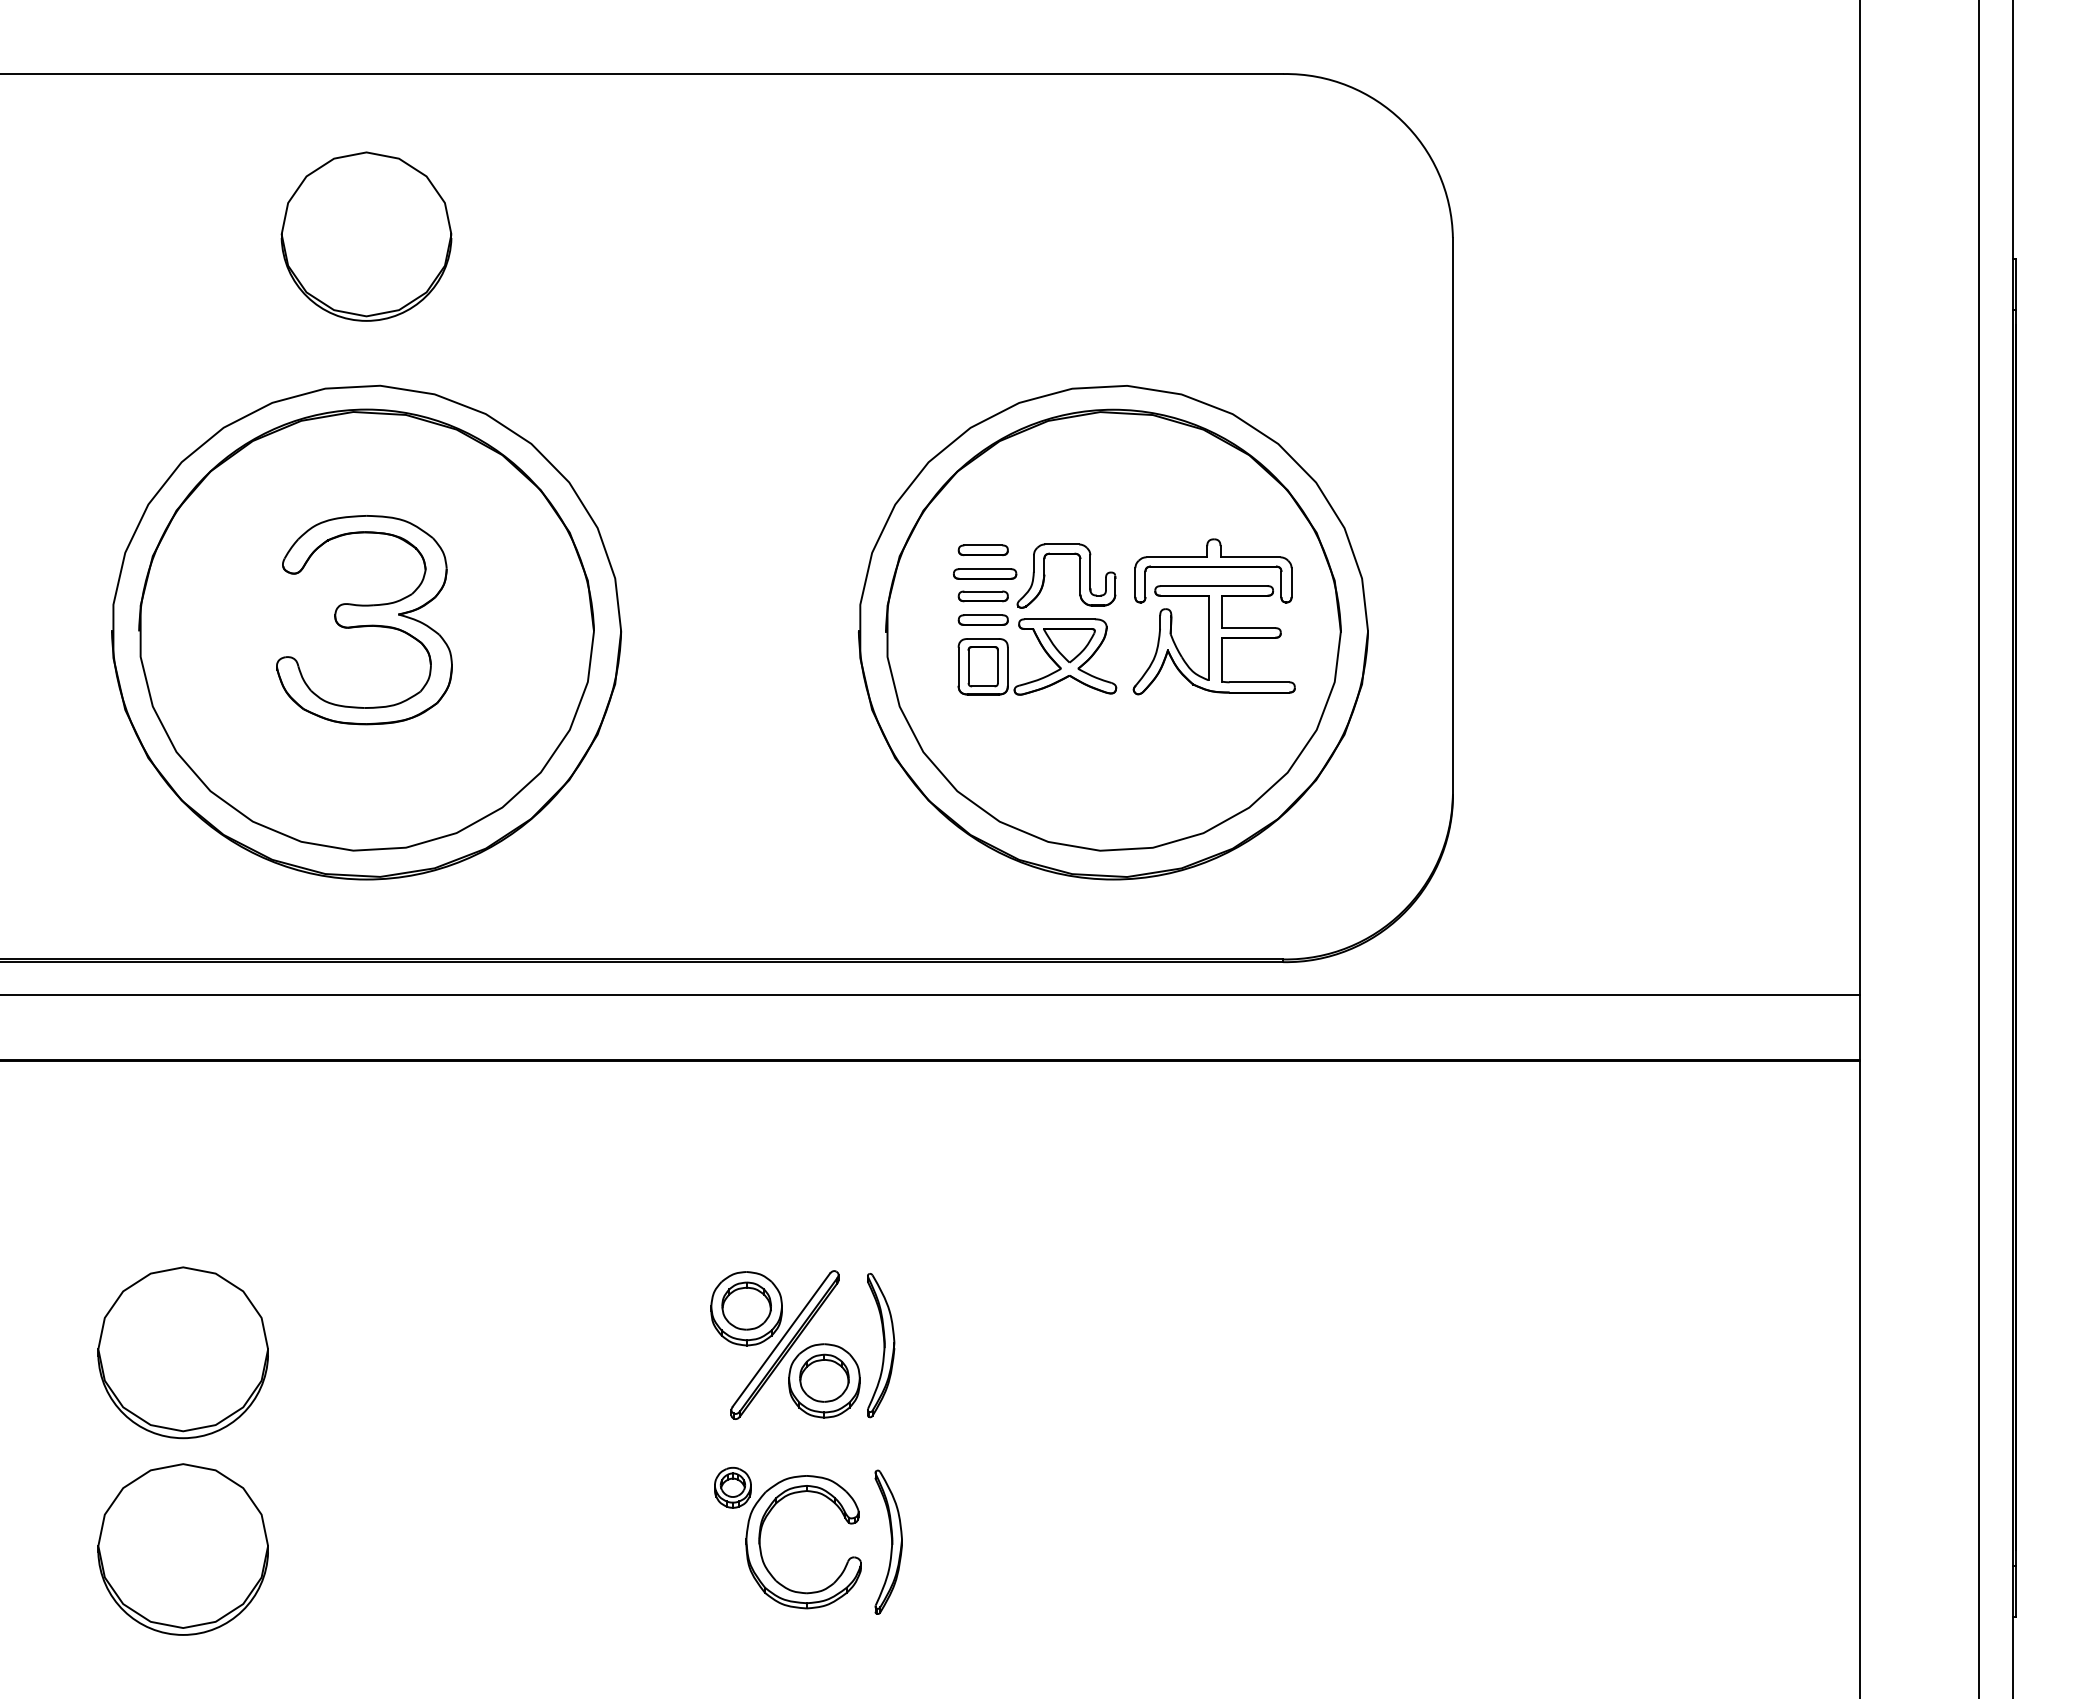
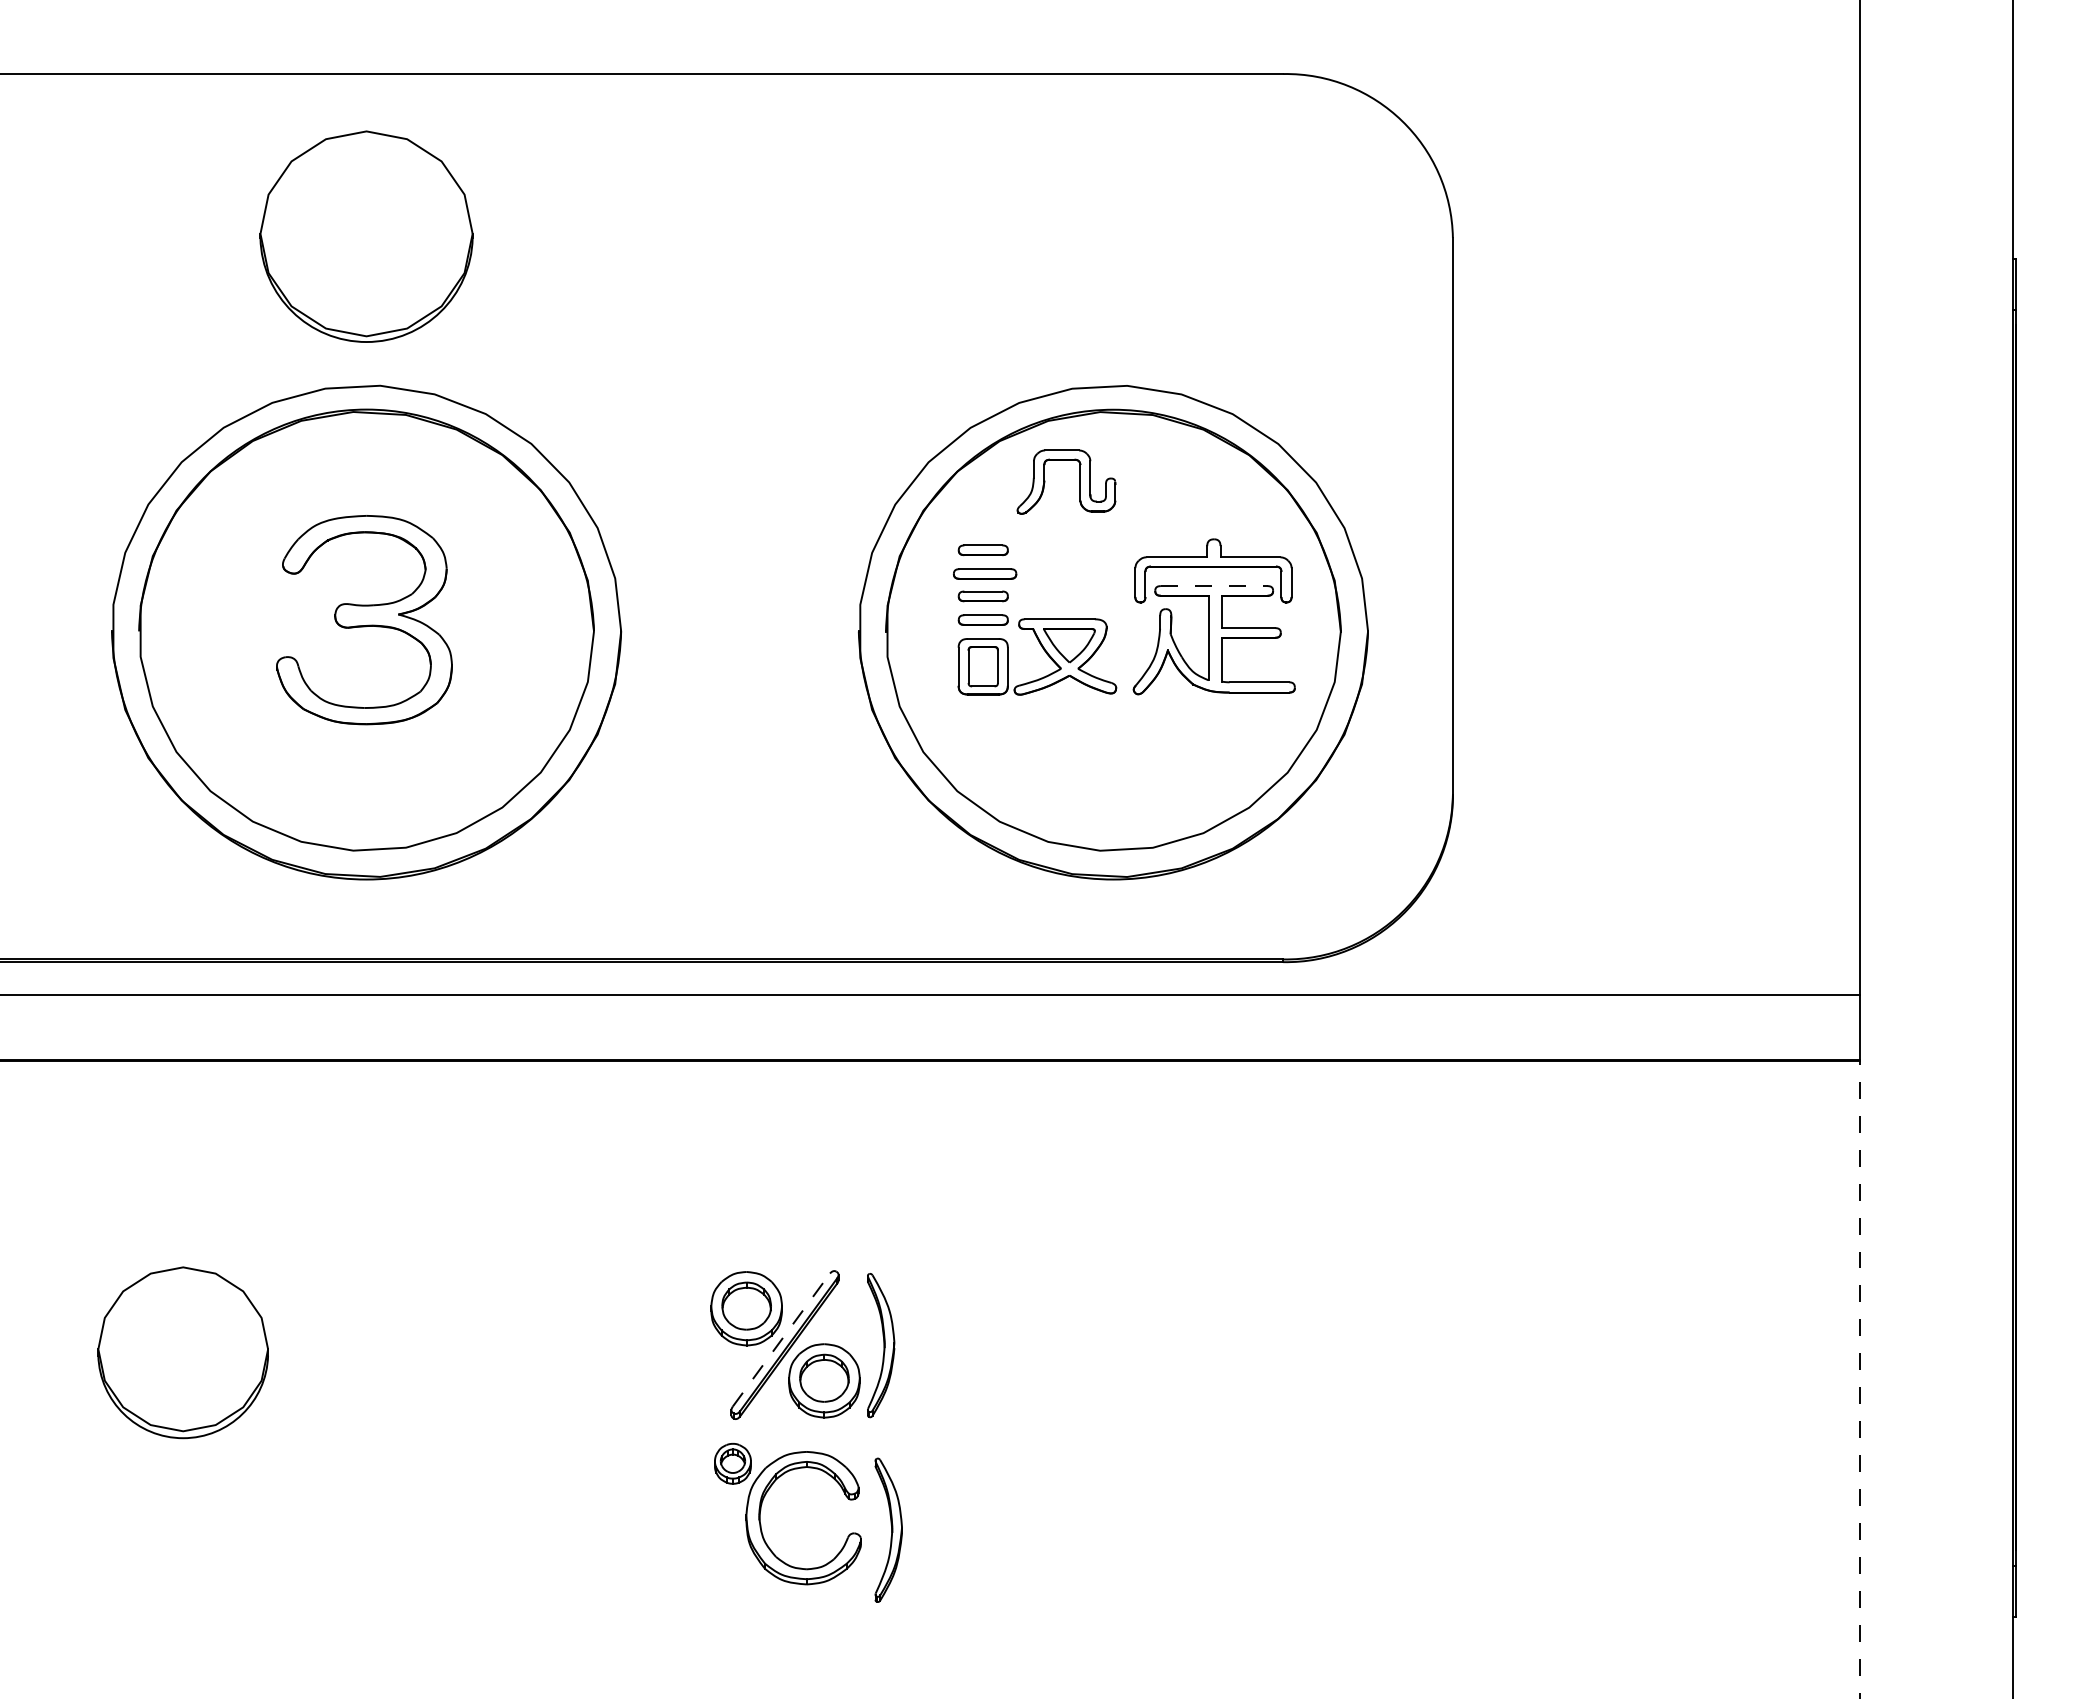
part at (366, 236) size: 173x171 px -> 215x213 px
part at (1079, 575) position: (1079, 575) -> (1079, 481)
line at (1214, 586): solid -> dashed
line at (1979, 848): present -> none
line at (781, 1339): solid -> dashed
line at (1860, 1379): solid -> dashed
part at (761, 1534) position: (761, 1534) -> (761, 1510)
part at (888, 1541) position: (888, 1541) -> (888, 1529)
part at (182, 1549): present -> none
